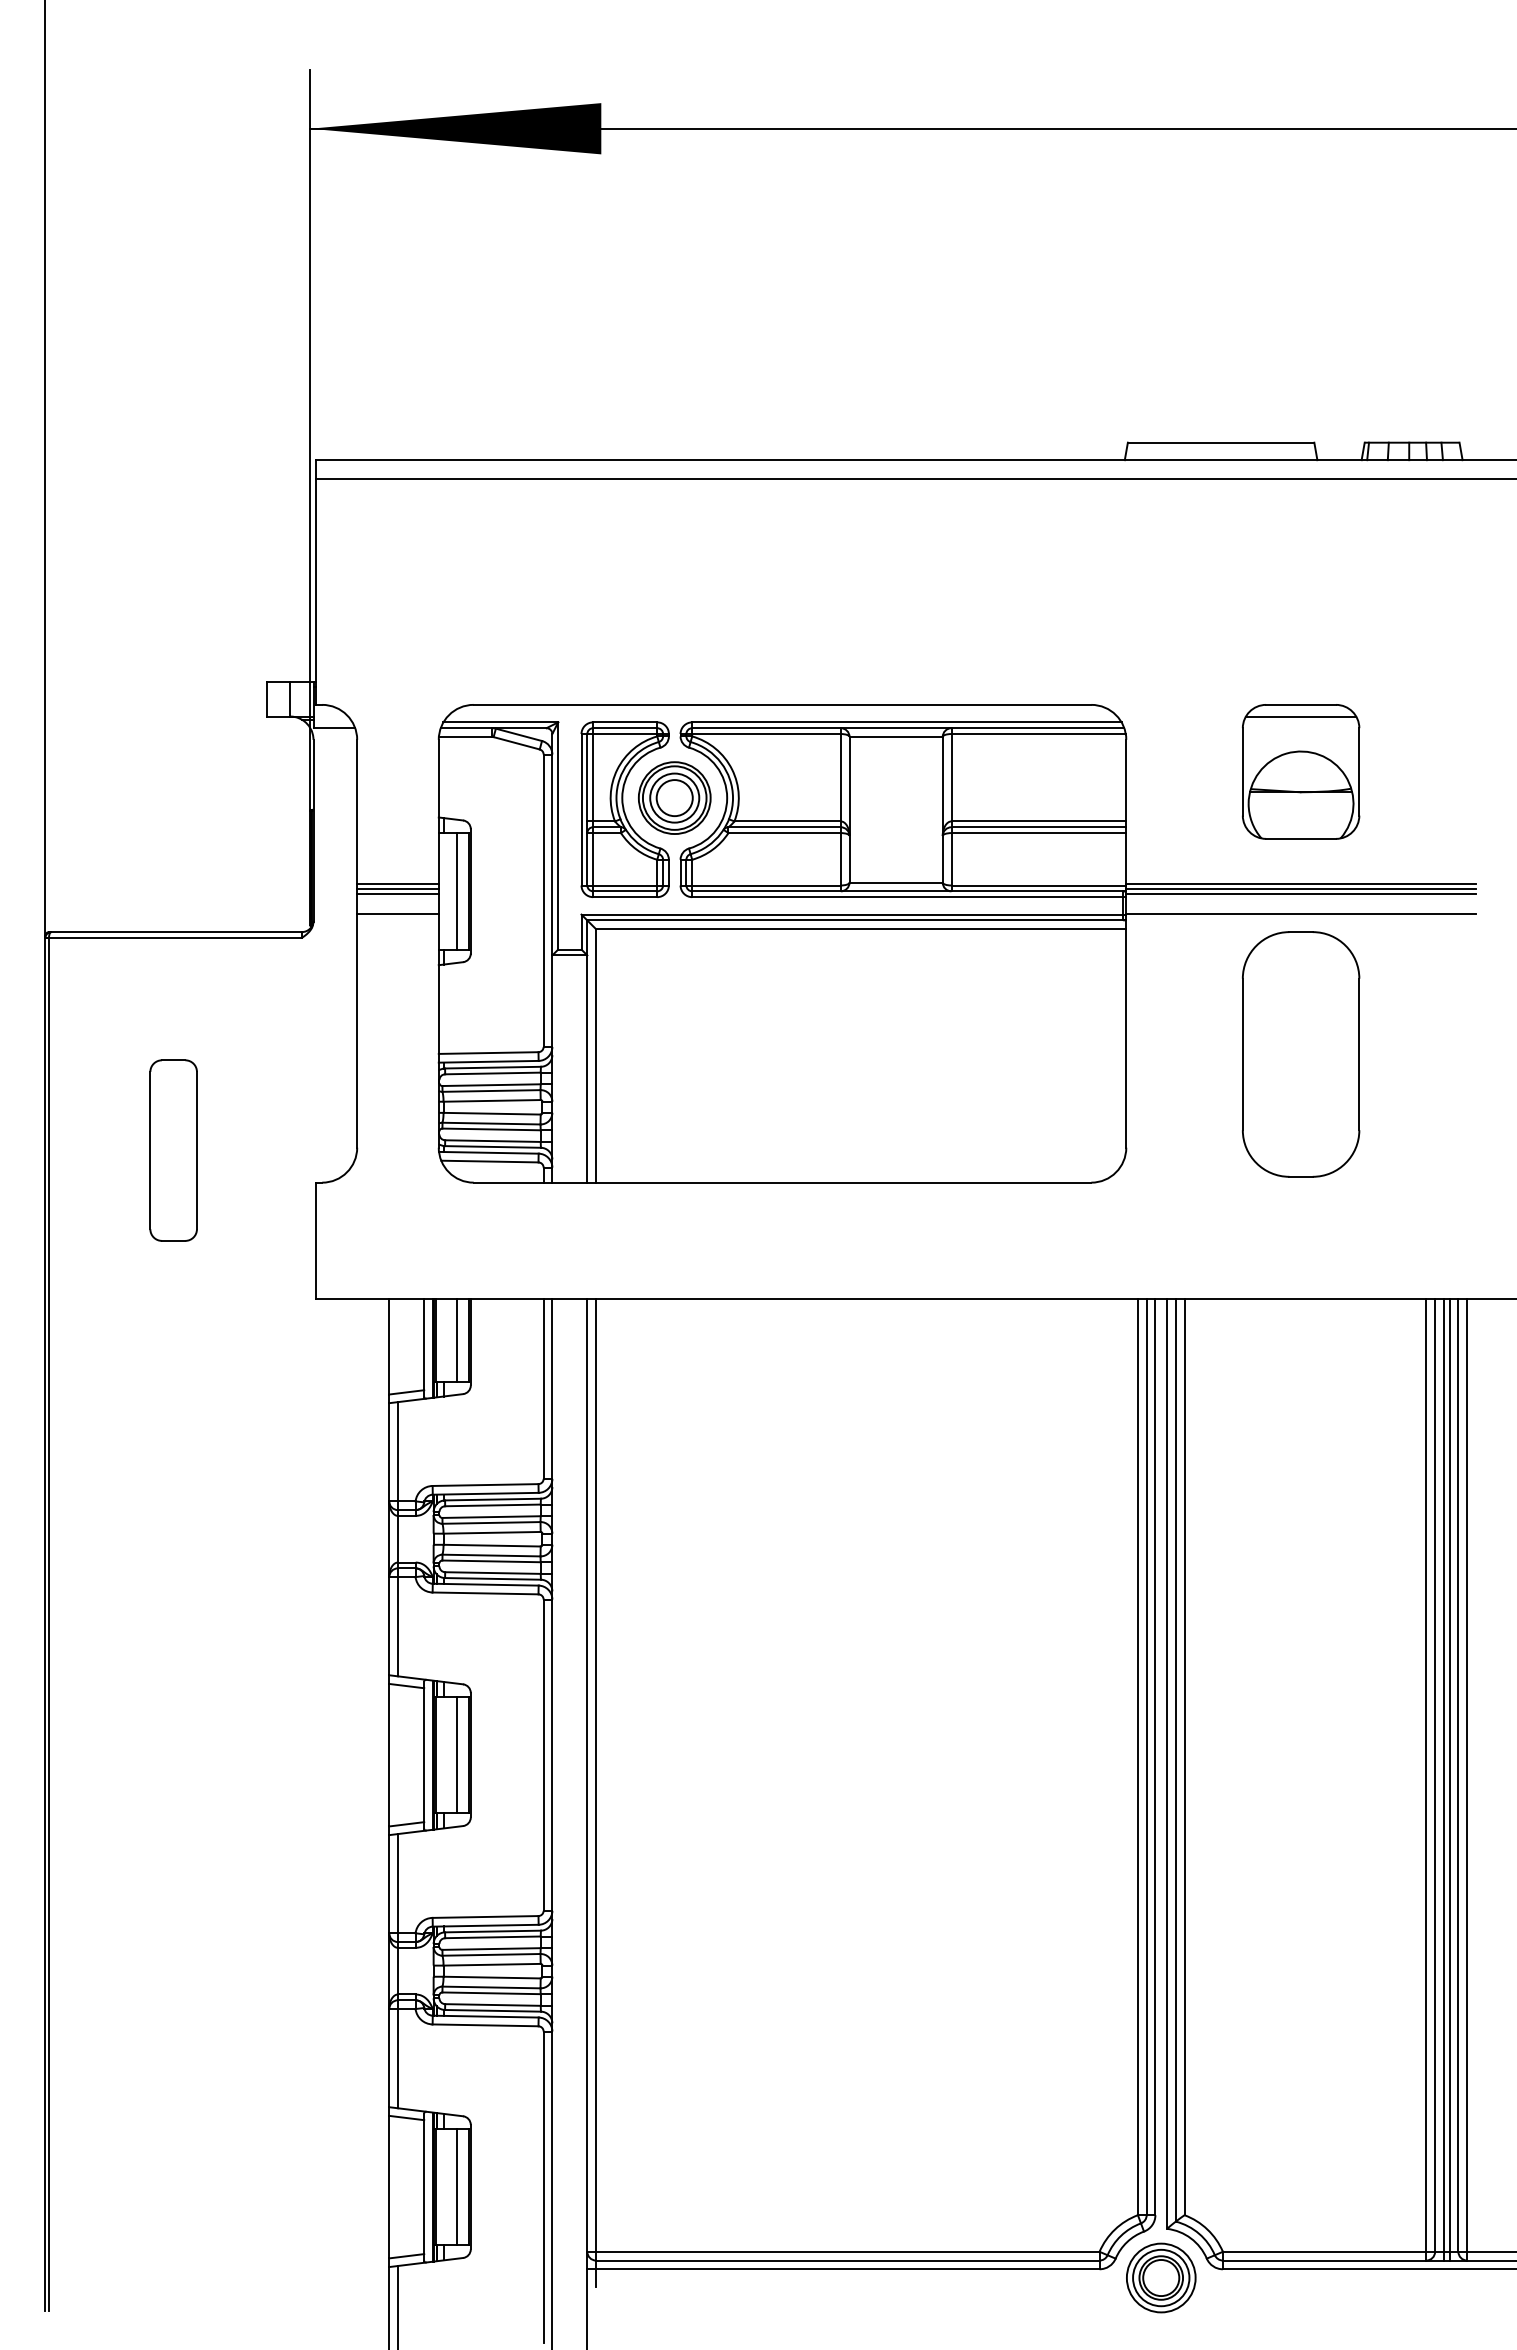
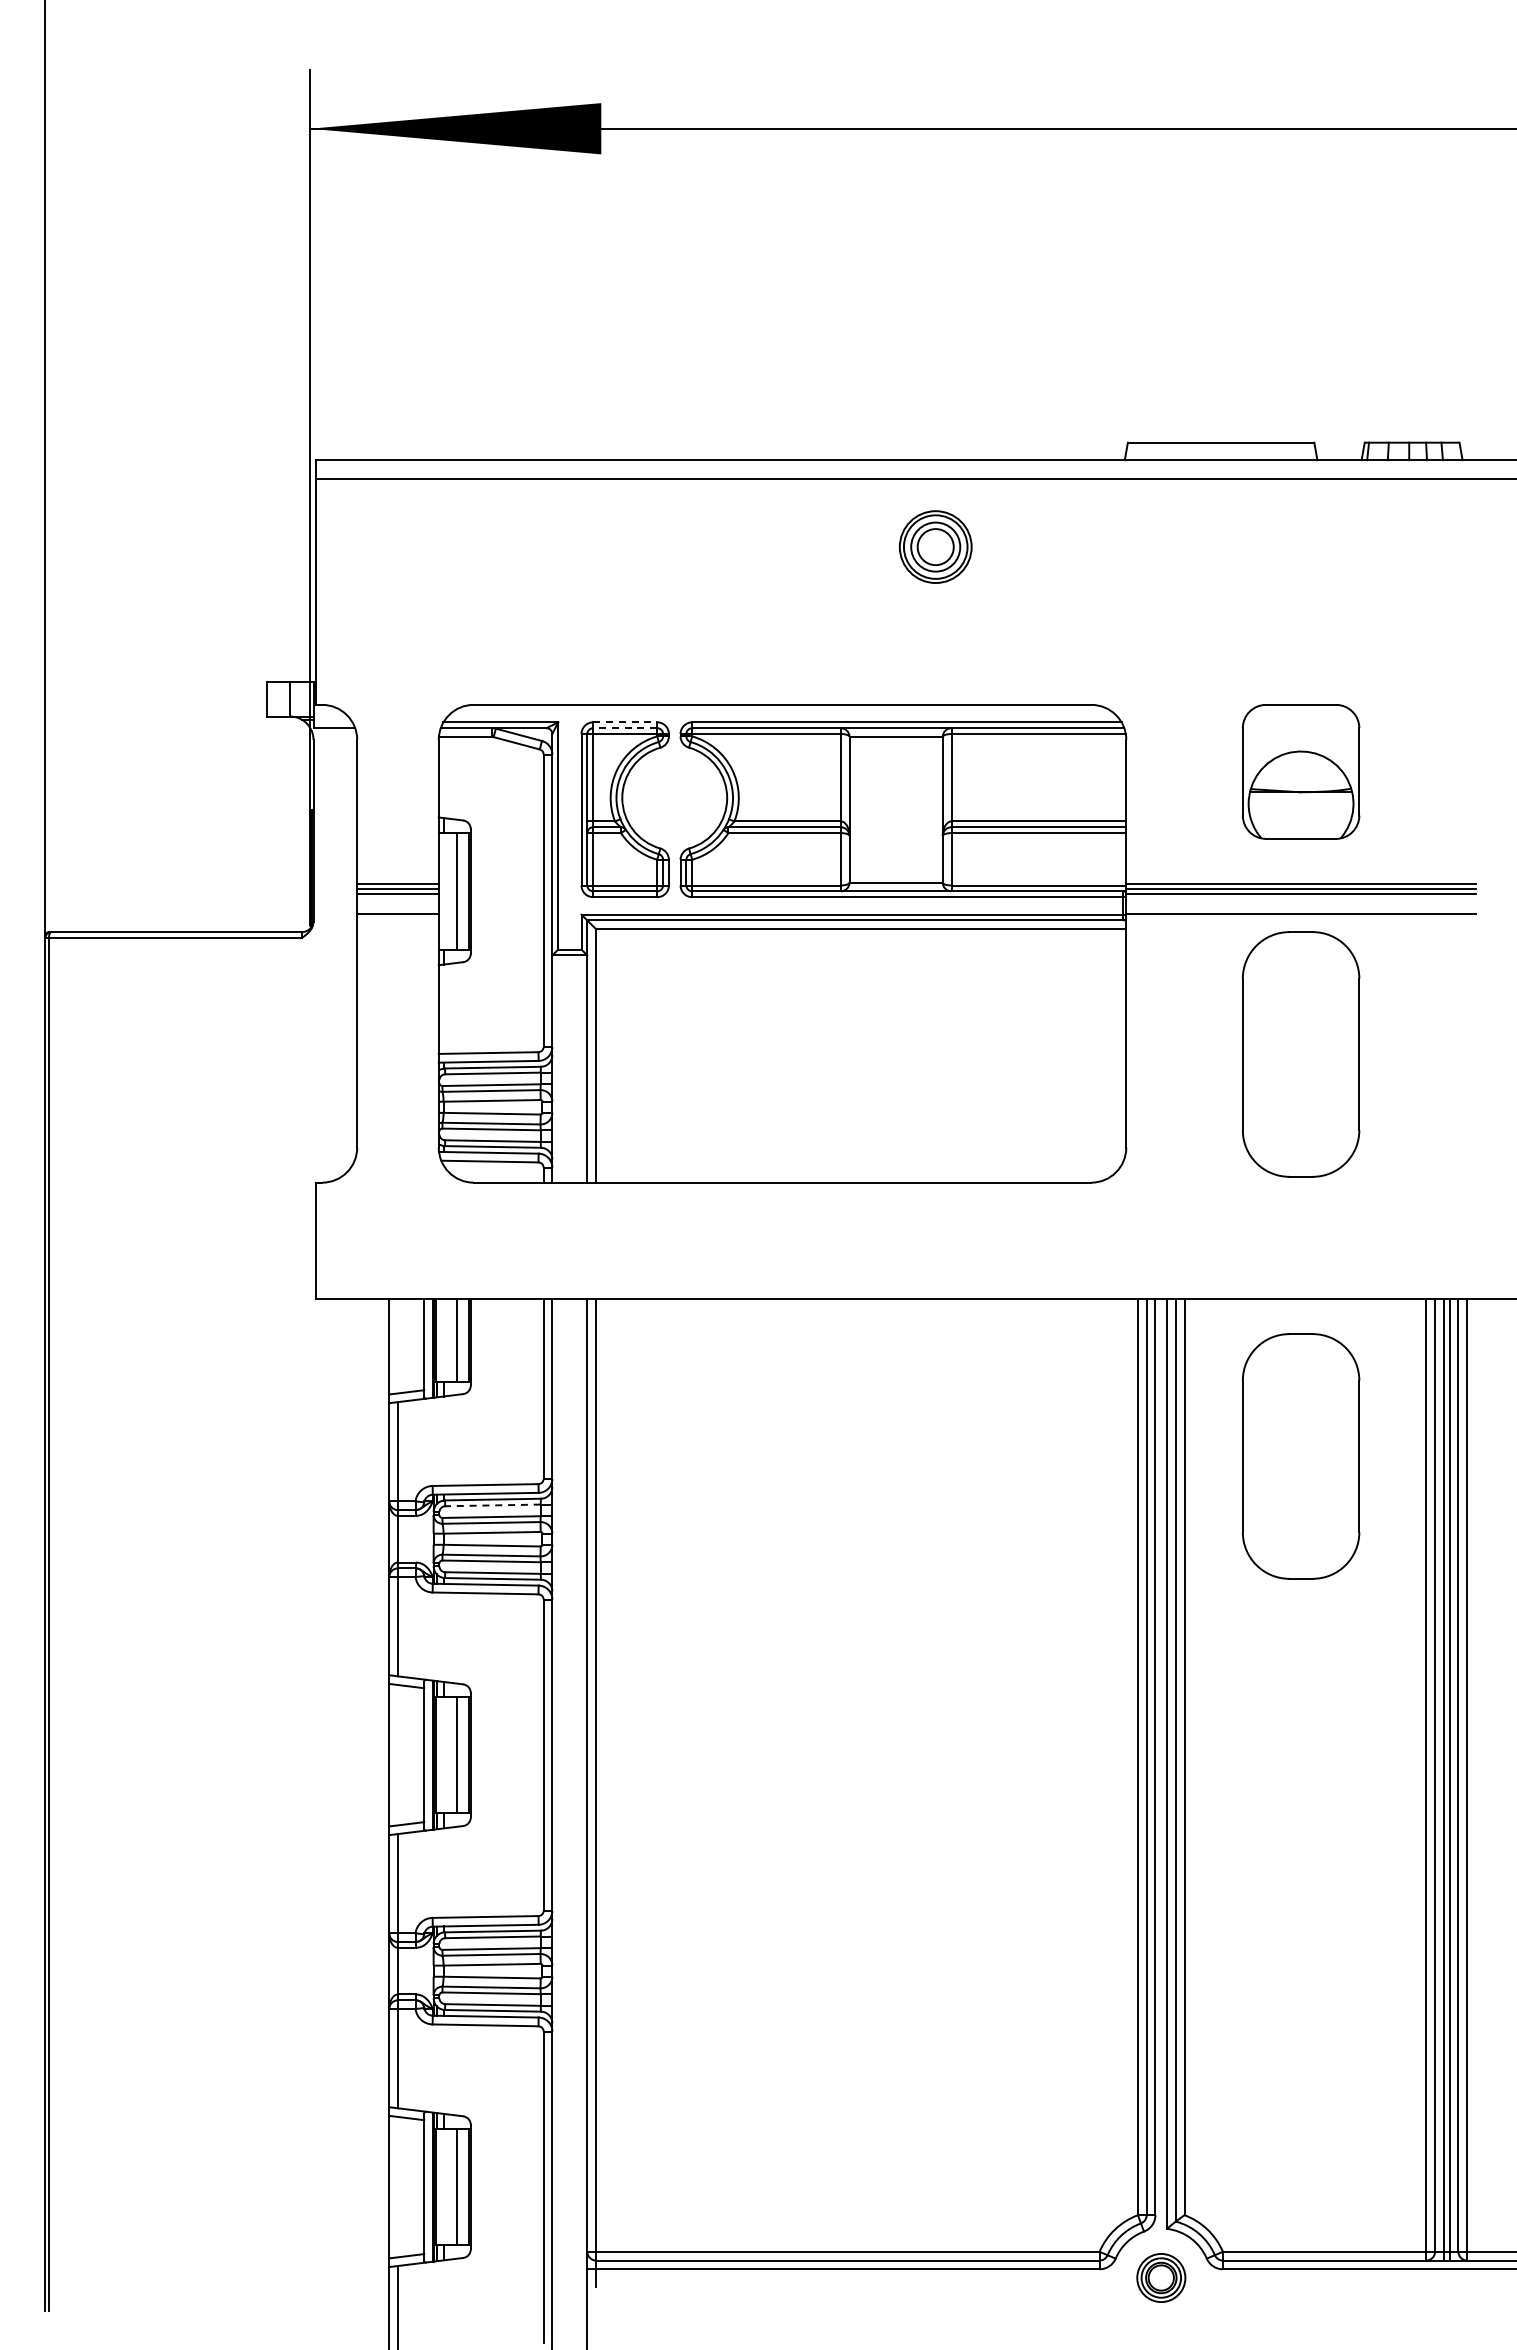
line at (1300, 716): present -> none
line at (625, 722): solid -> dashed
line at (624, 728): solid -> dashed
part at (674, 797) position: (674, 797) -> (935, 546)
part at (173, 1150): present -> none
part at (1301, 1456): none -> present
line at (492, 1505): solid -> dashed
part at (1161, 2277) size: 71x72 px -> 51x50 px
